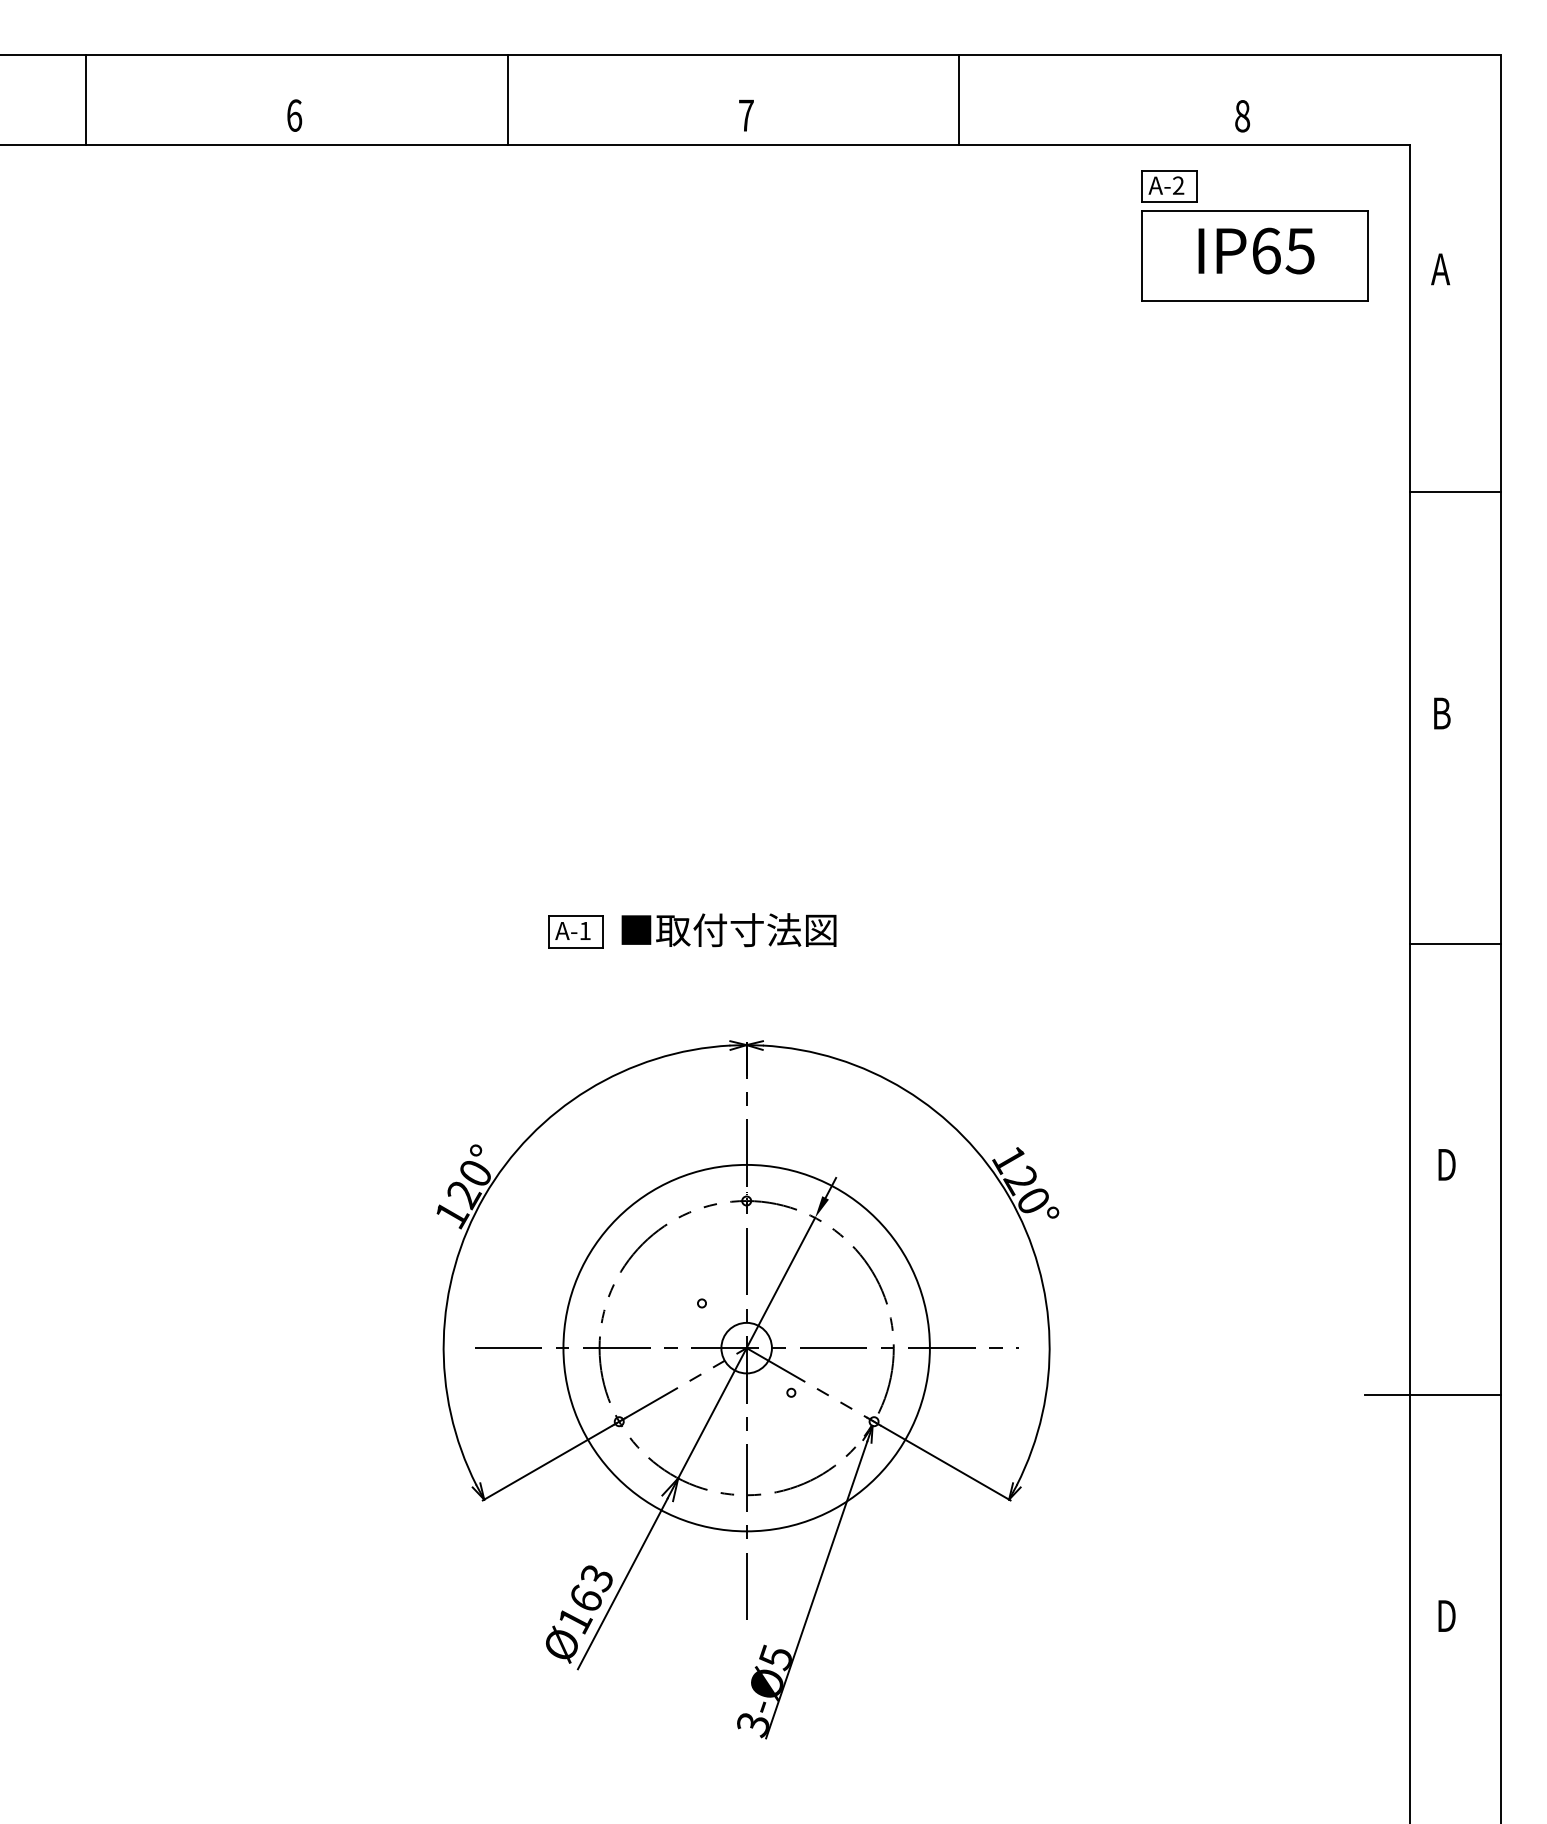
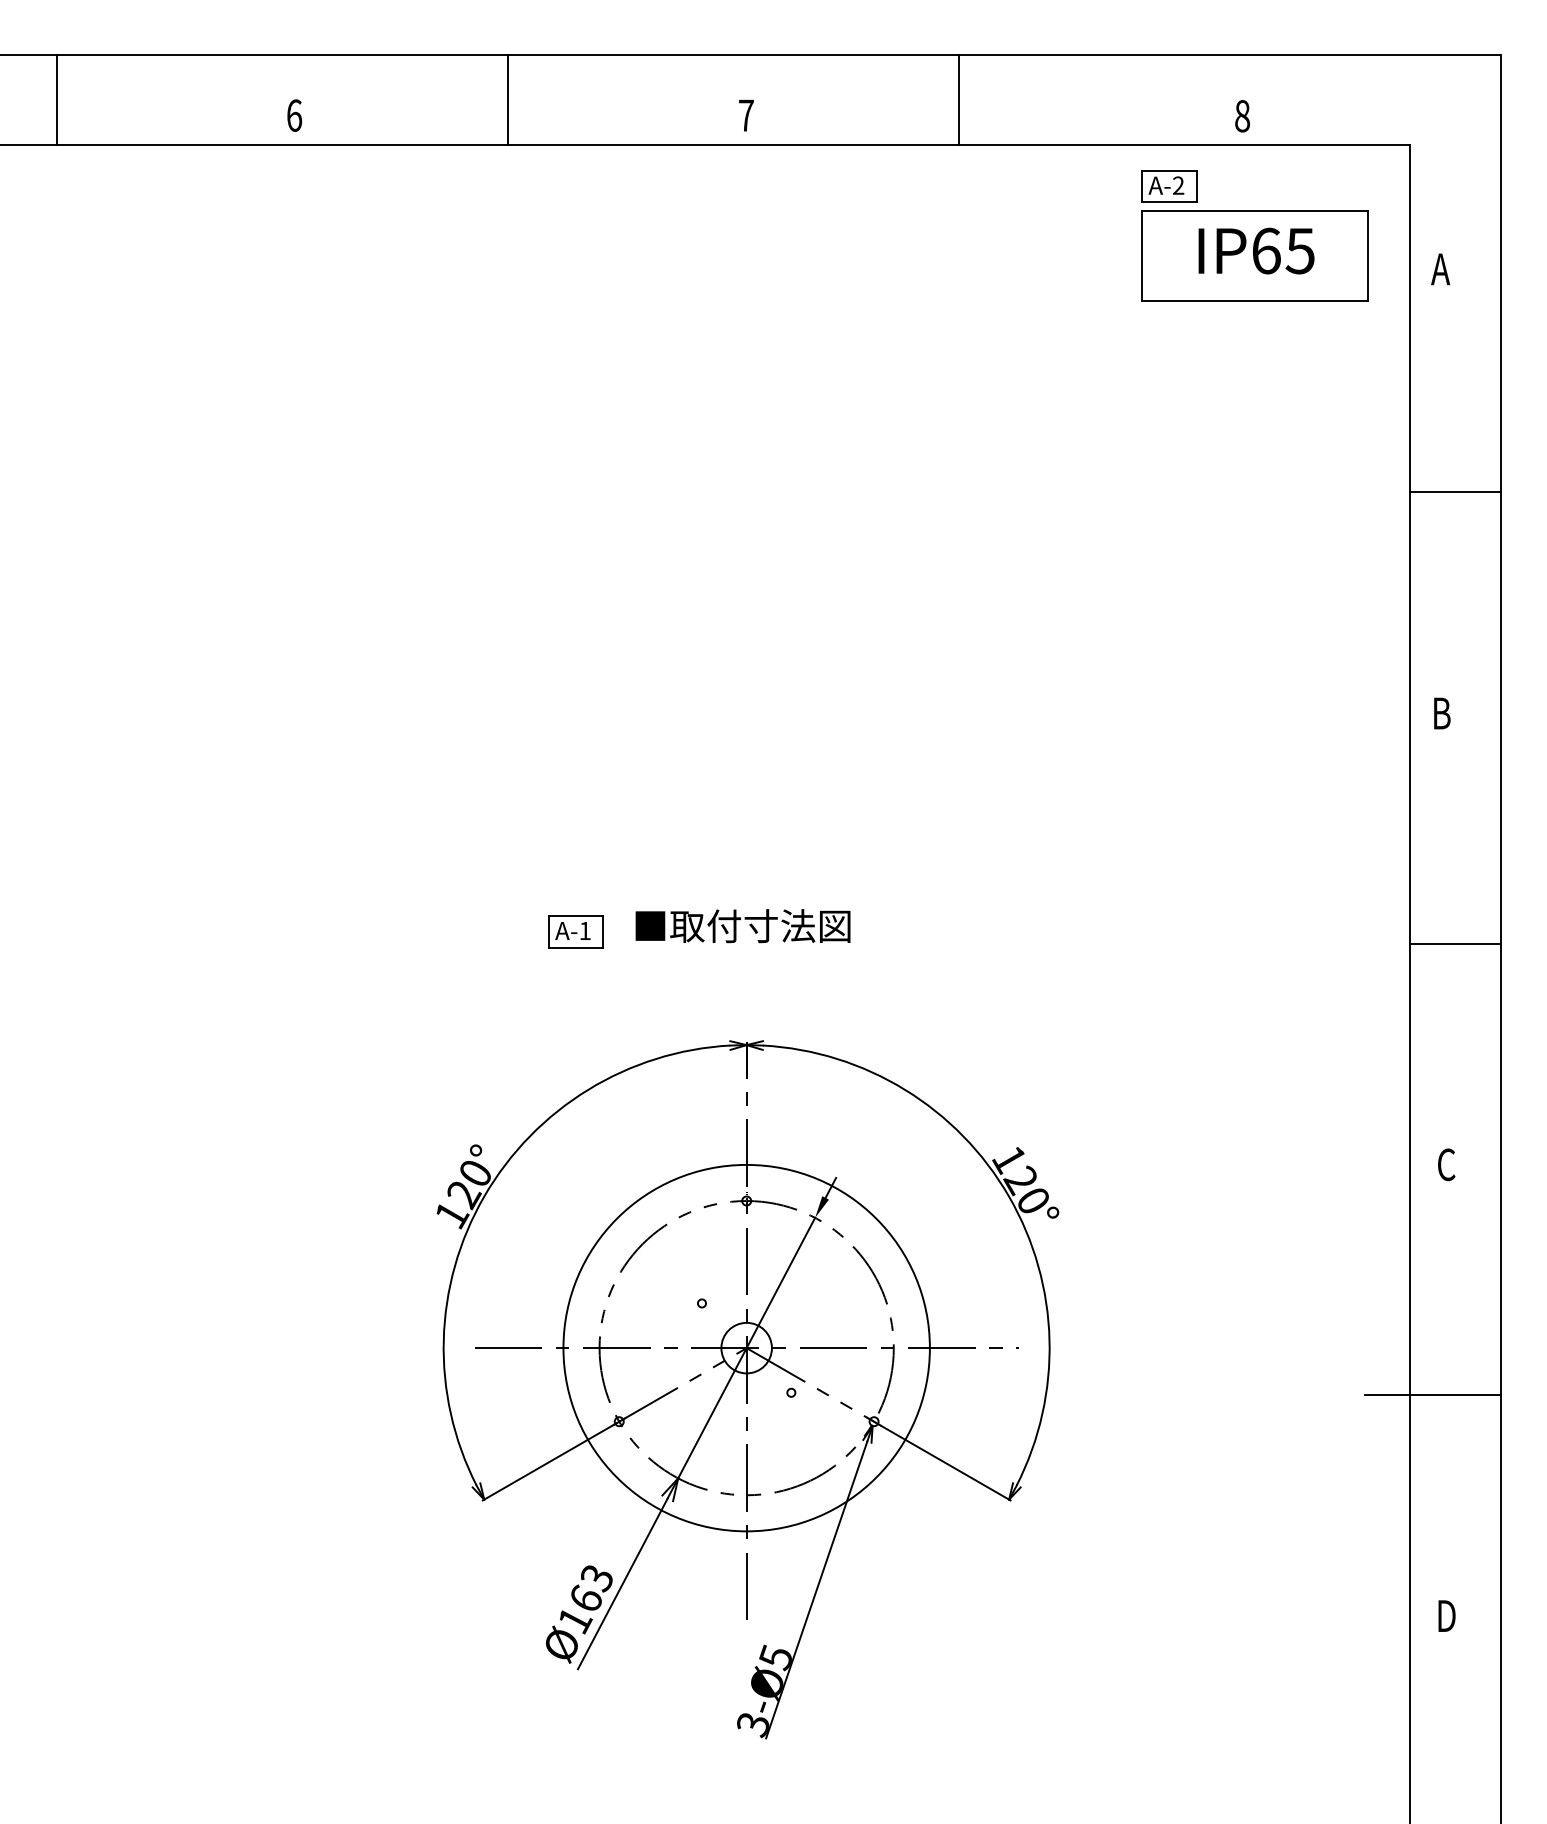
line at (85, 99) position: (85, 99) -> (56, 99)
text at (728, 930) position: (728, 930) -> (742, 926)
text at (1446, 1164): D -> C
